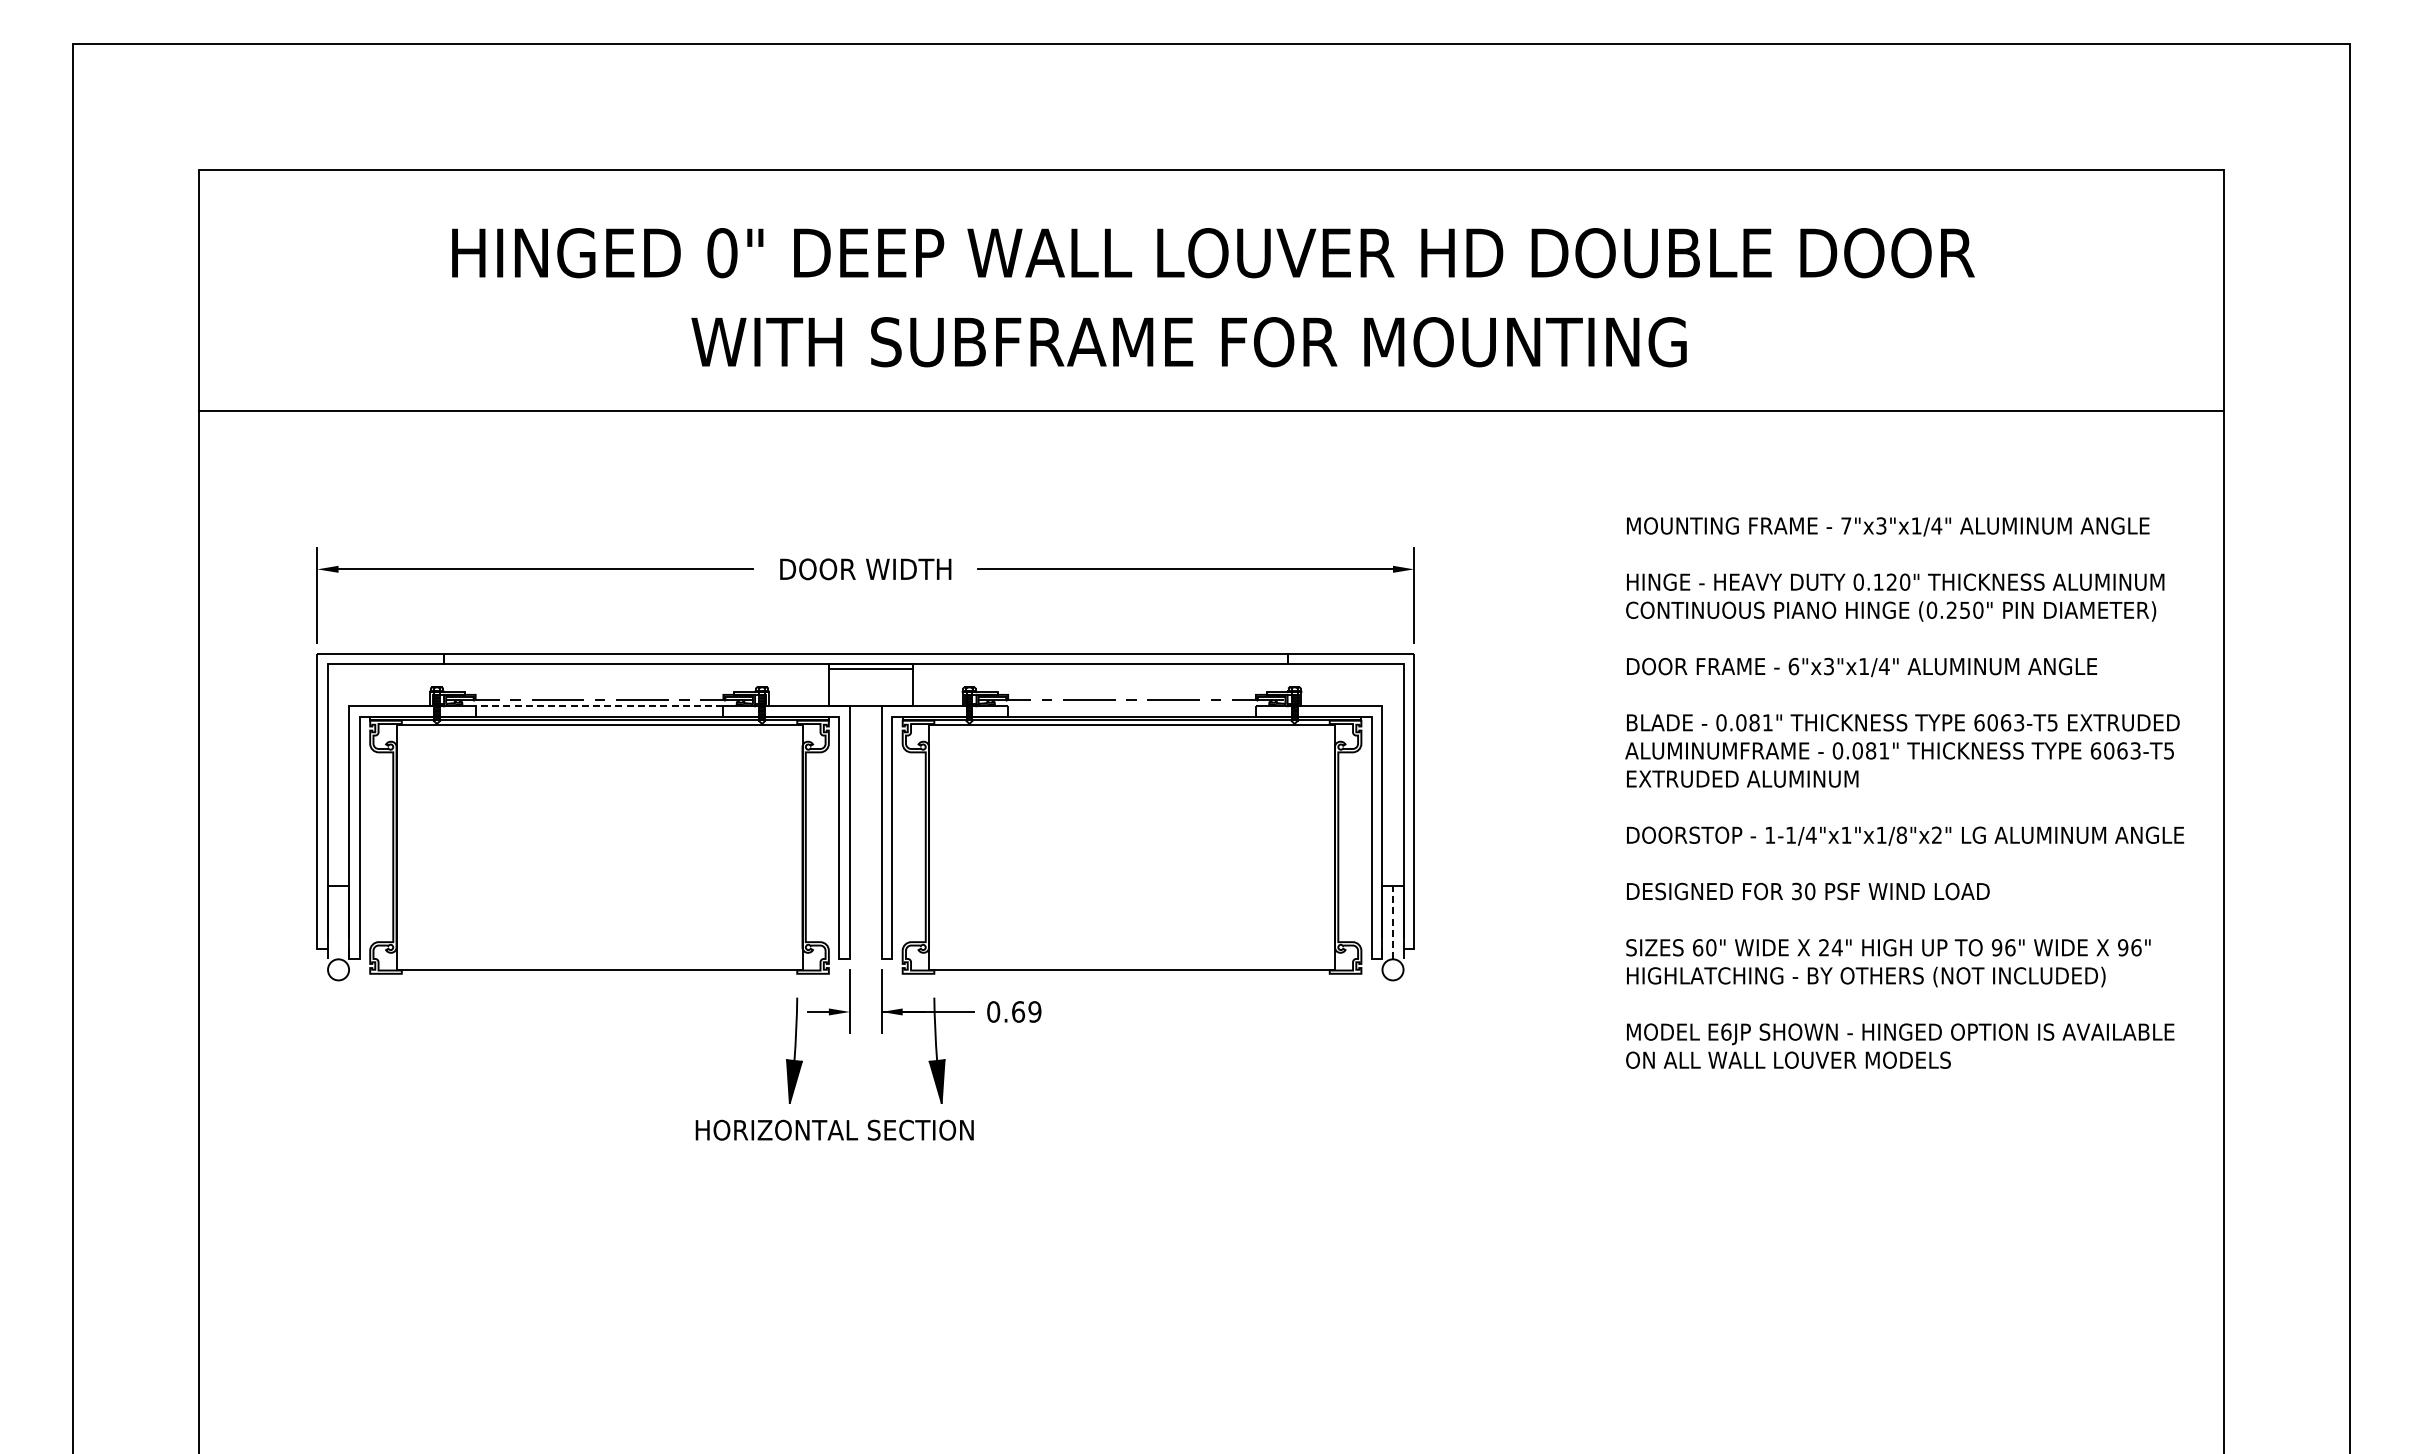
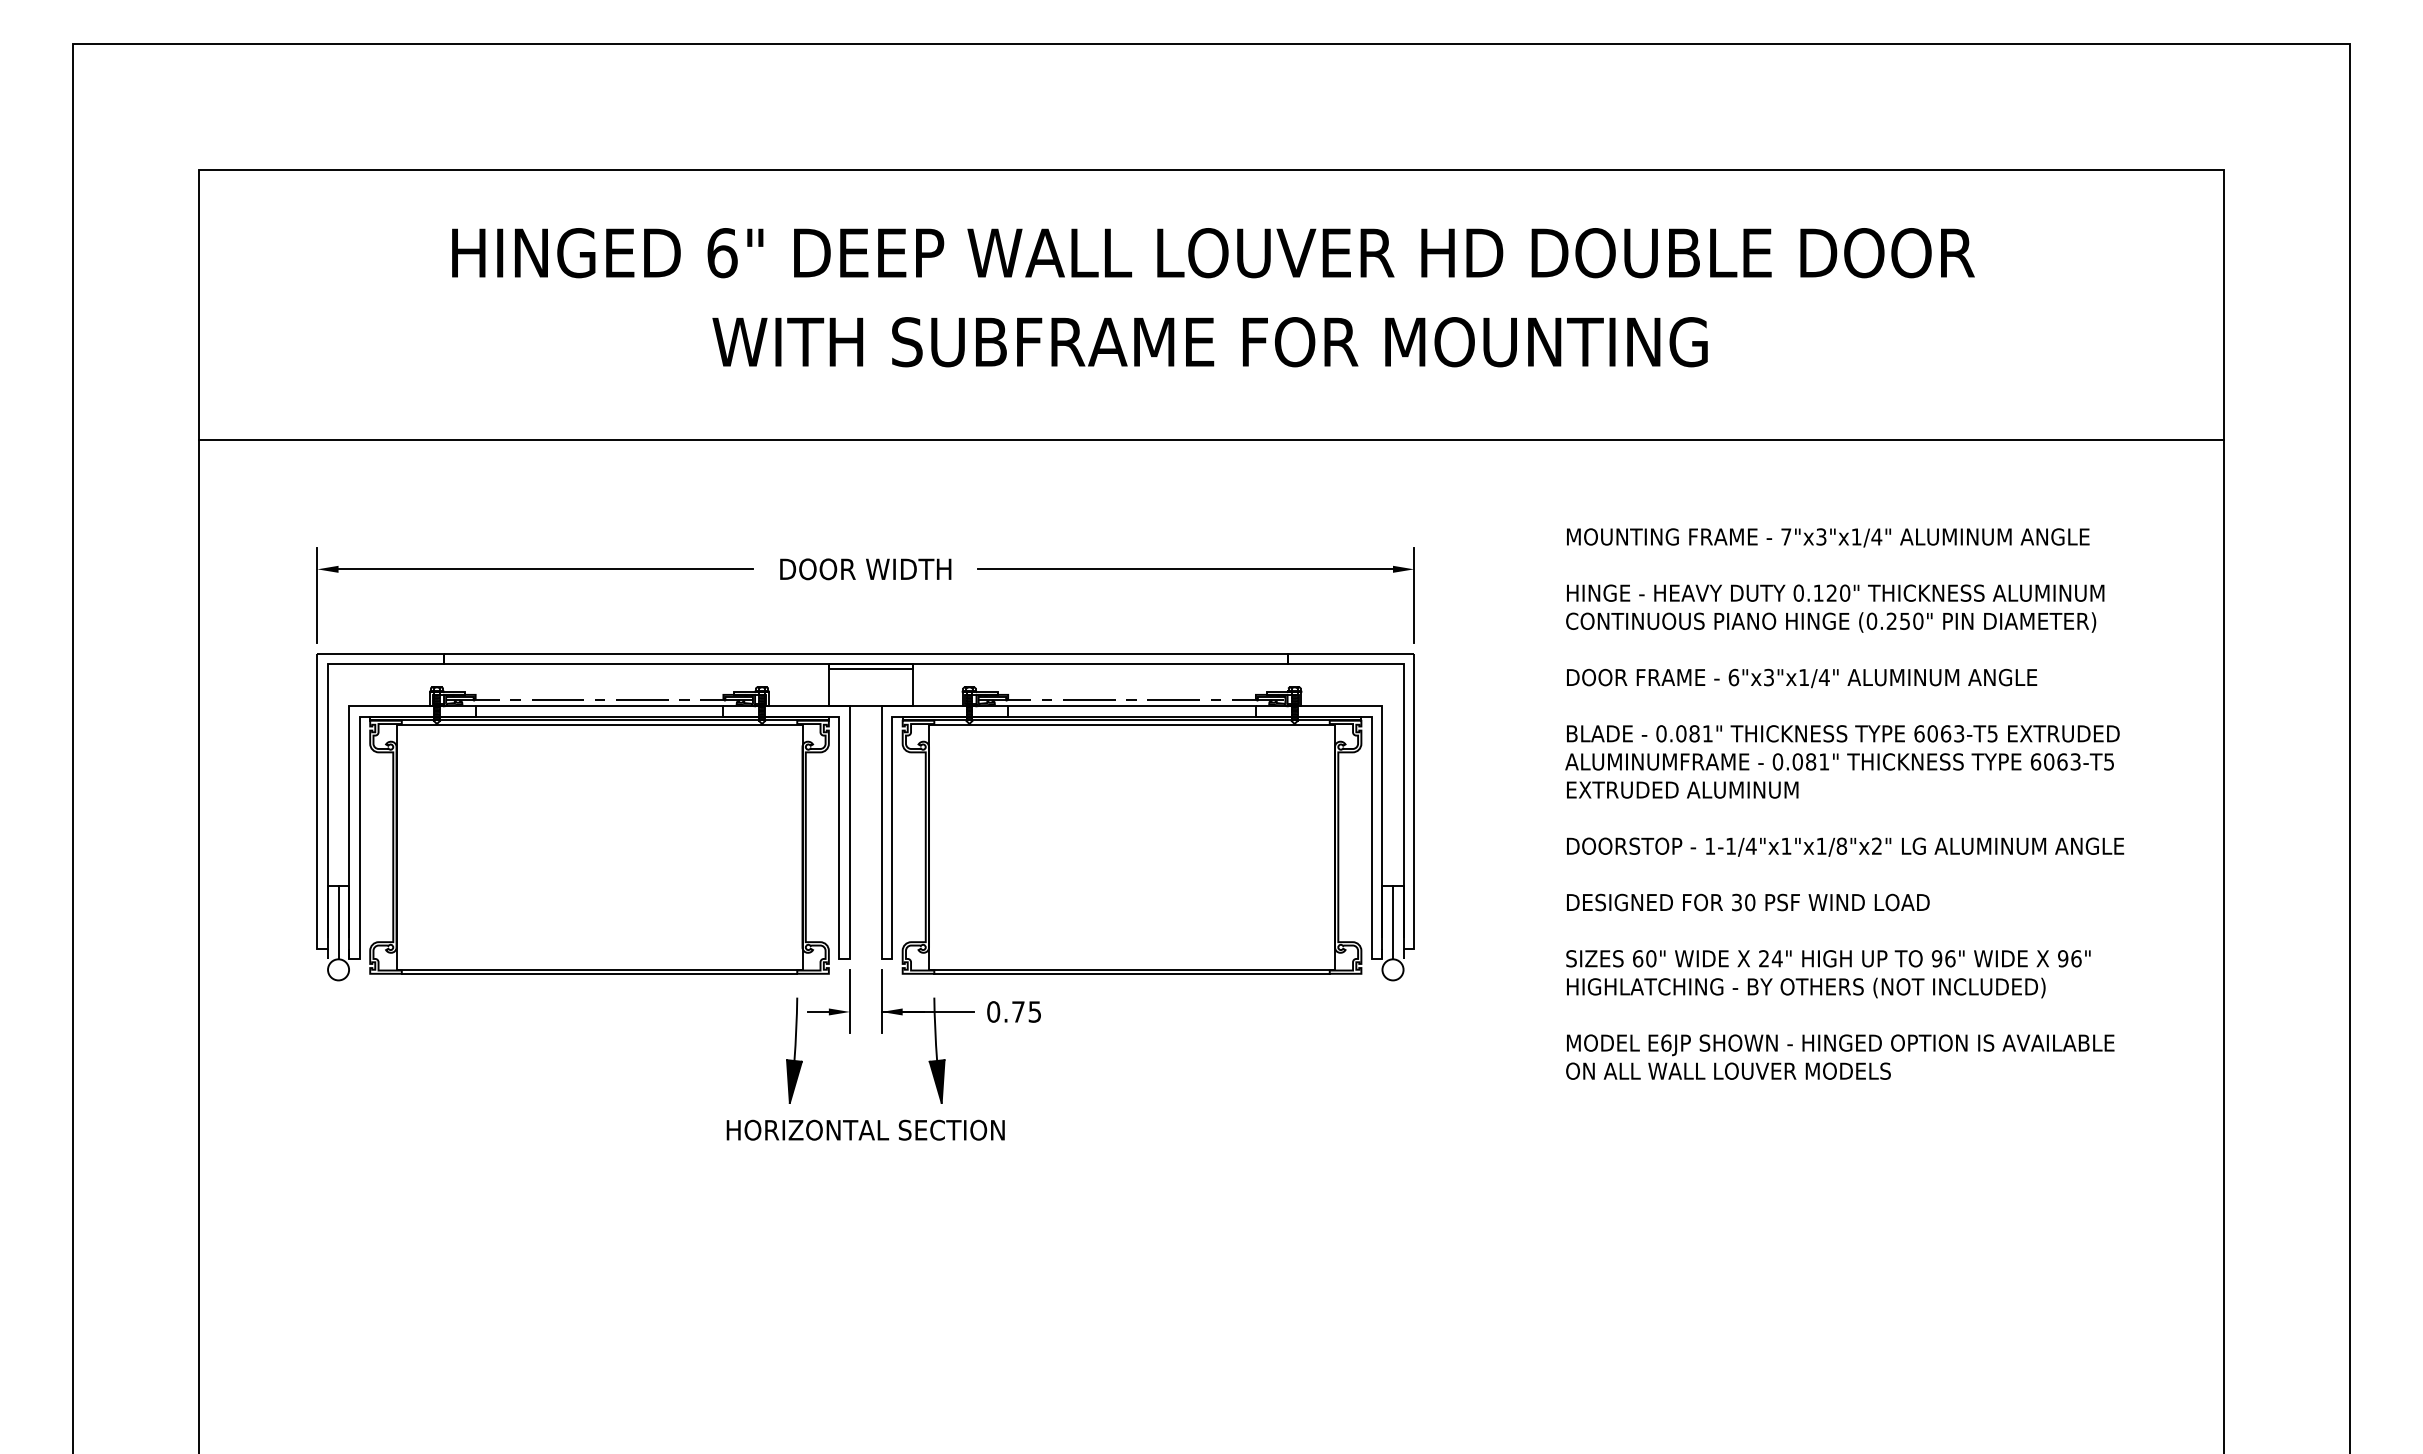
text at (722, 253): 0" -> 6"
text at (1188, 342) position: (1188, 342) -> (1209, 342)
line at (1211, 411) position: (1211, 411) -> (1211, 440)
line at (599, 706): dashed -> solid
line at (1131, 706): none -> present
text at (1904, 792) position: (1904, 792) -> (1844, 803)
line at (338, 922): none -> present
line at (1393, 922): dashed -> solid
line at (599, 973): none -> present
line at (1131, 973): none -> present
text at (1026, 1011): 0.69 -> 0.75
text at (834, 1129) position: (834, 1129) -> (865, 1129)
